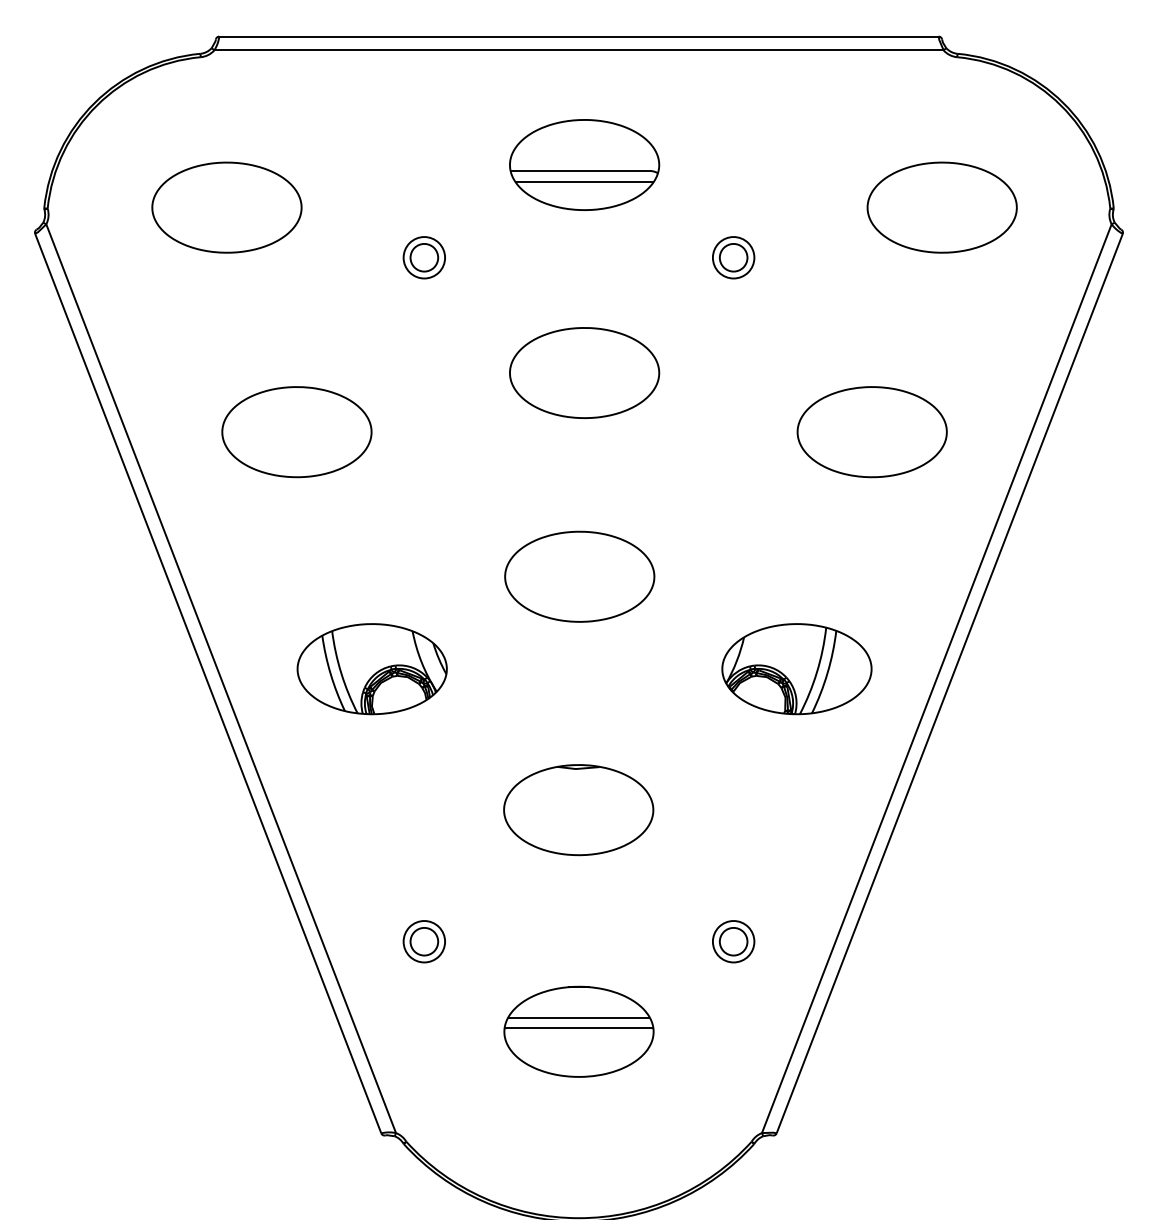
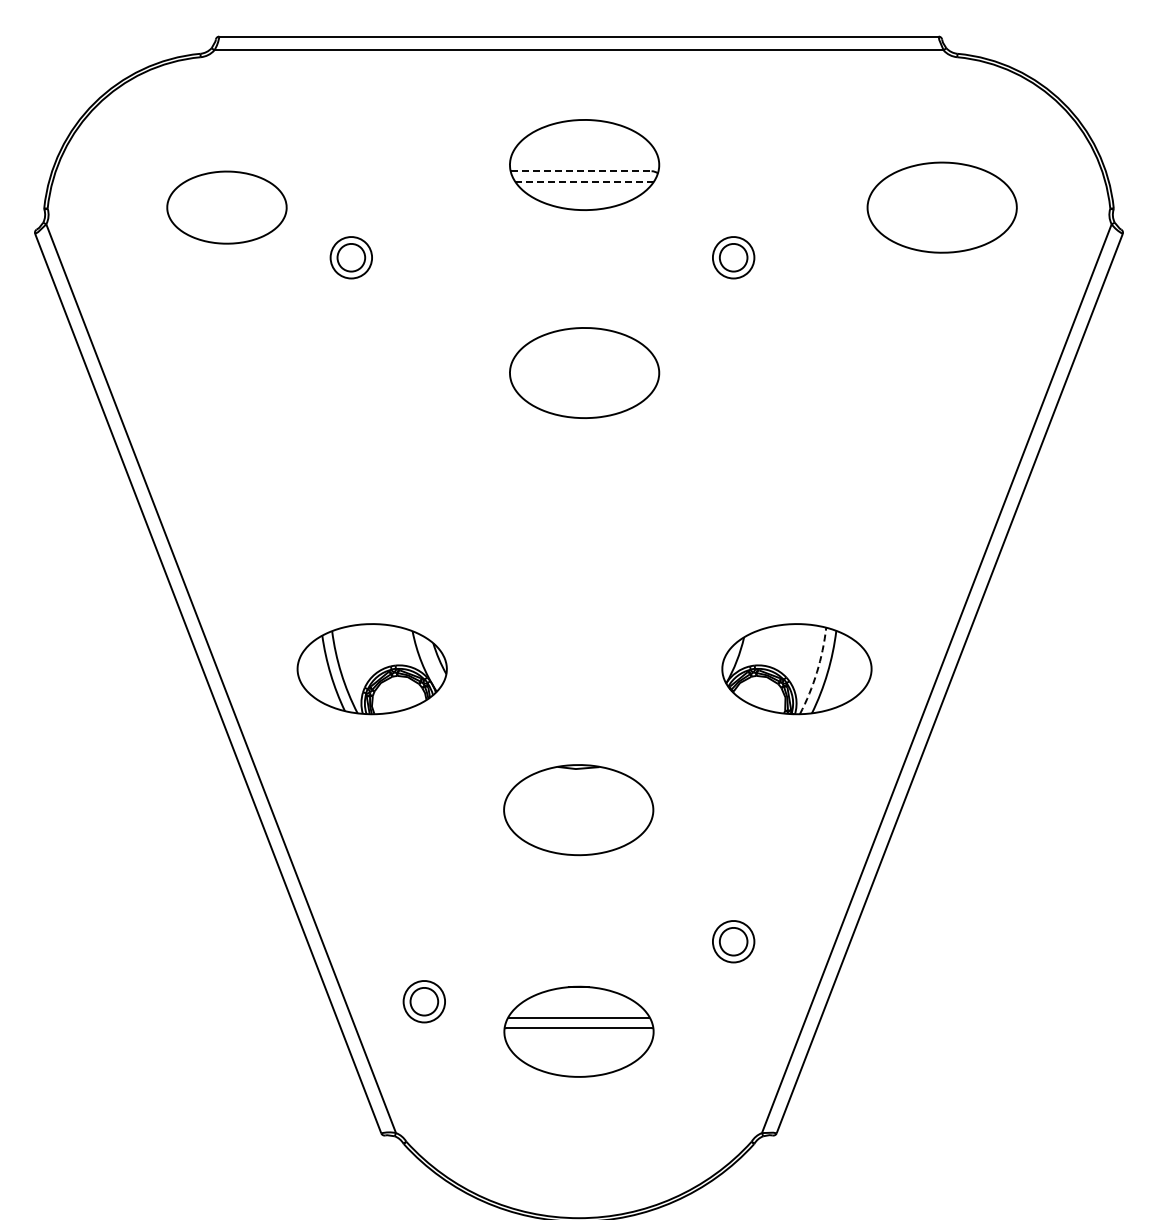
line at (581, 171): solid -> dashed
line at (584, 181): solid -> dashed
part at (226, 207) size: 152x93 px -> 122x75 px
part at (423, 257) position: (423, 257) -> (350, 257)
part at (296, 432): present -> none
part at (871, 432): present -> none
part at (579, 576): present -> none
line at (817, 672): solid -> dashed
part at (423, 941) position: (423, 941) -> (423, 1001)
